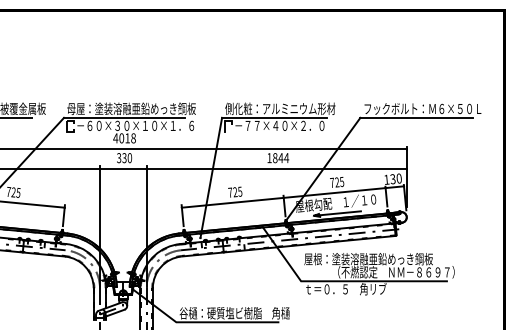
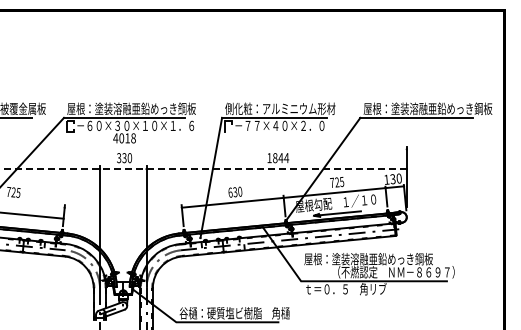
text at (75, 108): 母屋：塗装溶融亜鉛めっき鋼板 -> 屋根：塗装溶融亜鉛めっき鋼板
text at (427, 108): フックボルト：Ｍ６×５０Ｌ -> 屋根：塗装溶融亜鉛めっき鋼板
line at (204, 149): present -> none
line at (203, 169): solid -> dashed
text at (235, 191): 725 -> 630
line at (33, 204) position: (33, 204) -> (32, 215)
